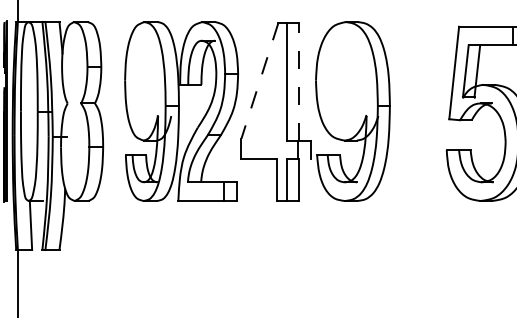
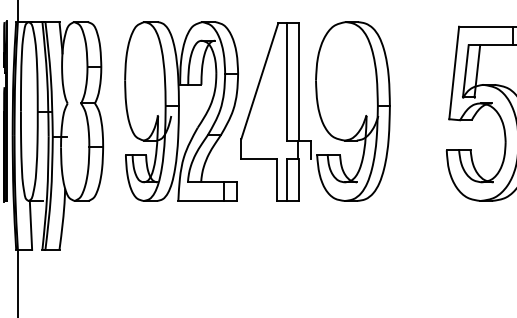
line at (259, 81): dashed -> solid
line at (299, 81): dashed -> solid
